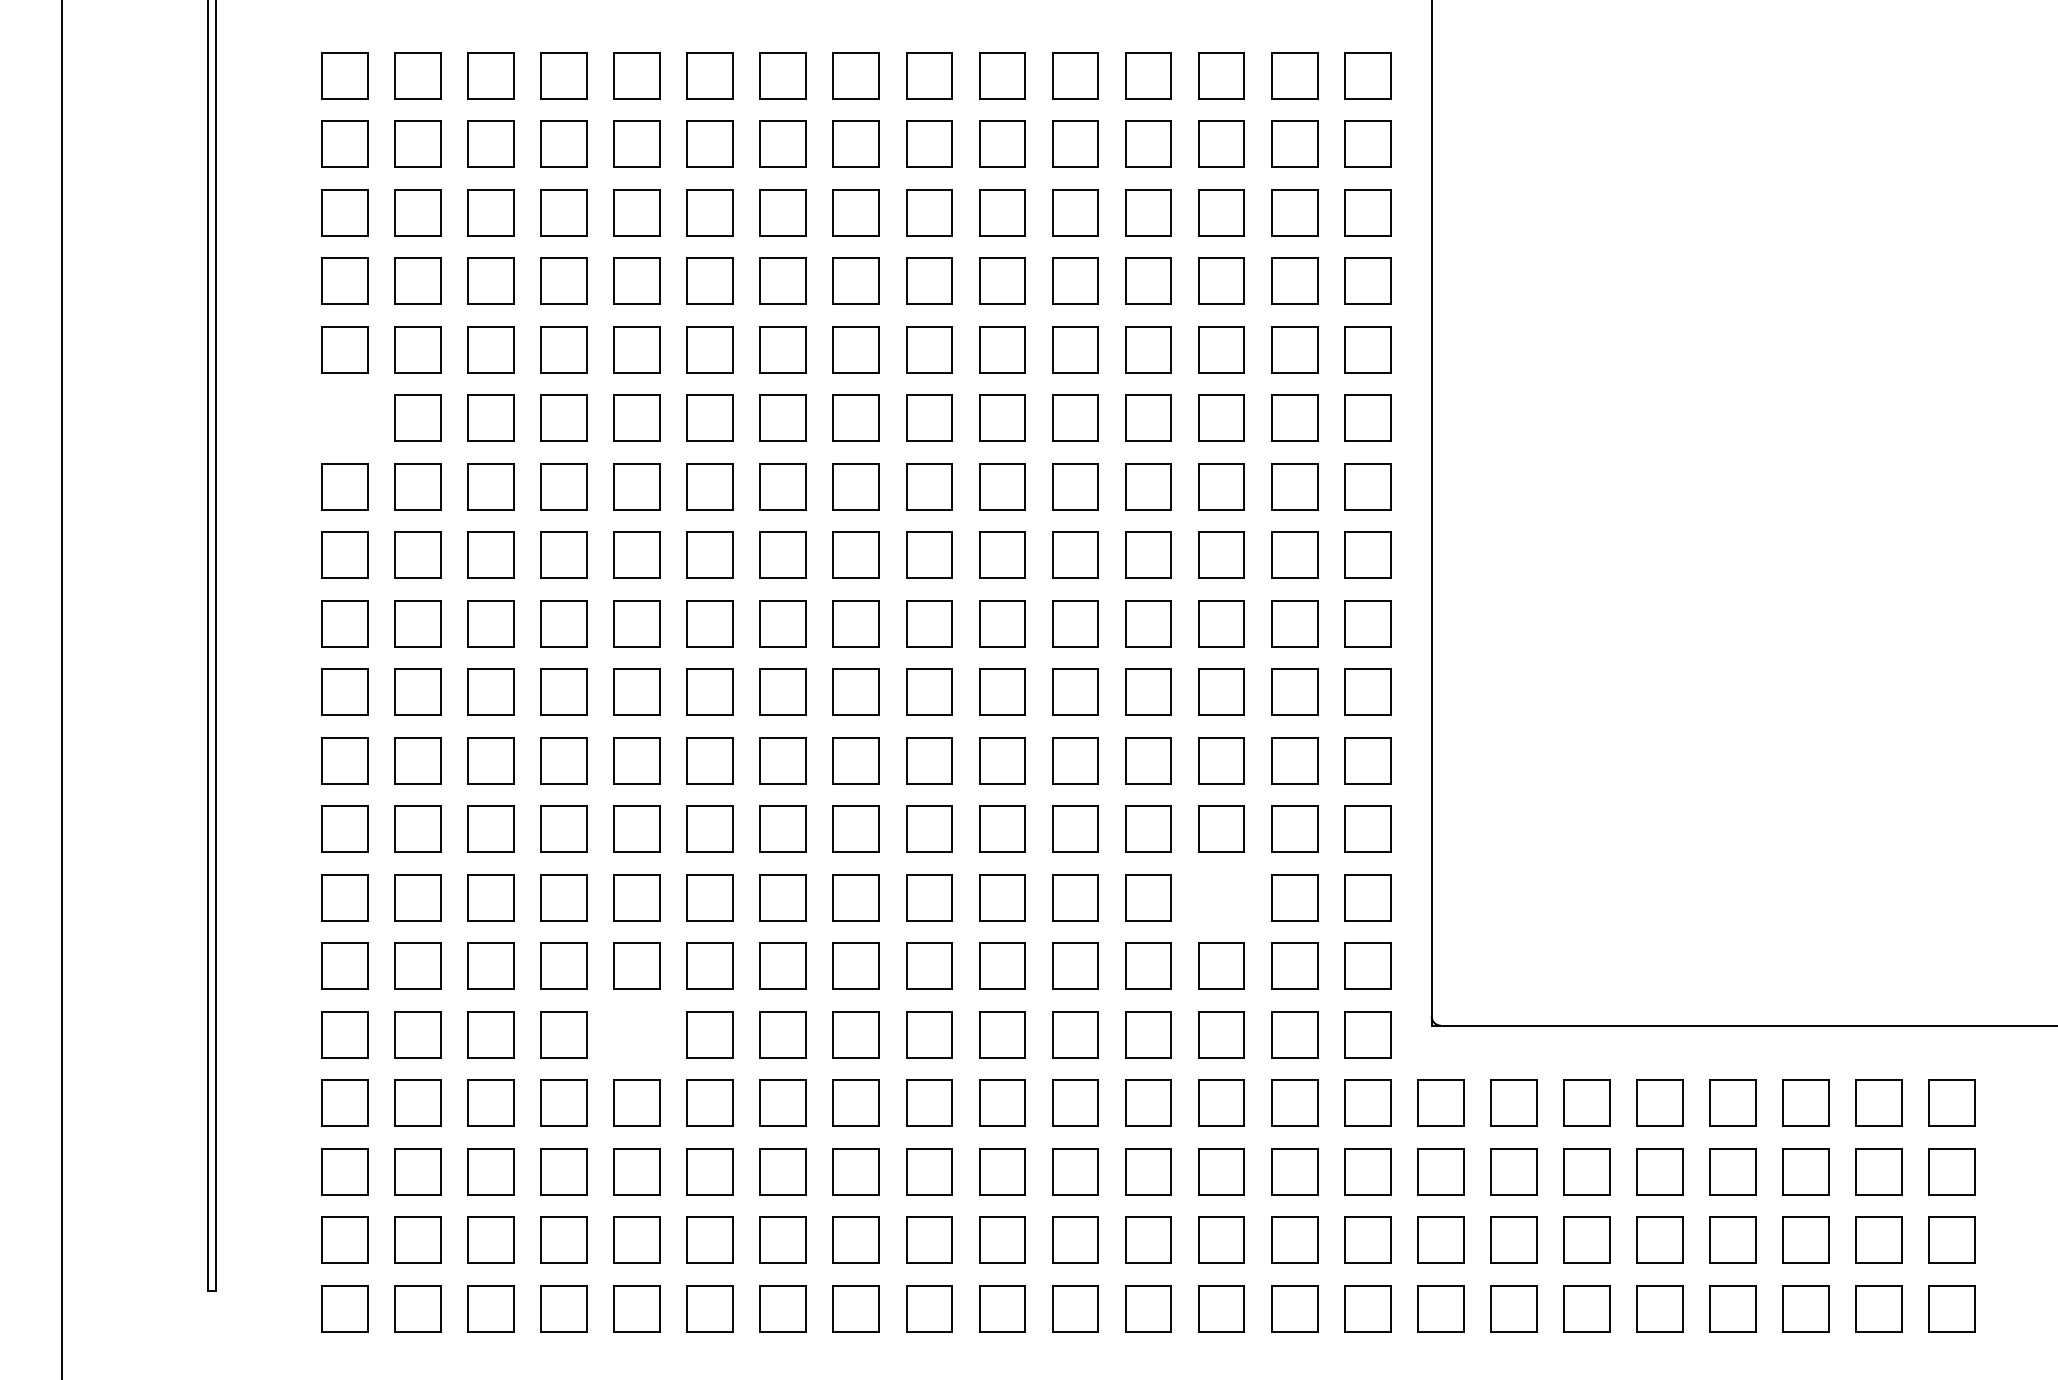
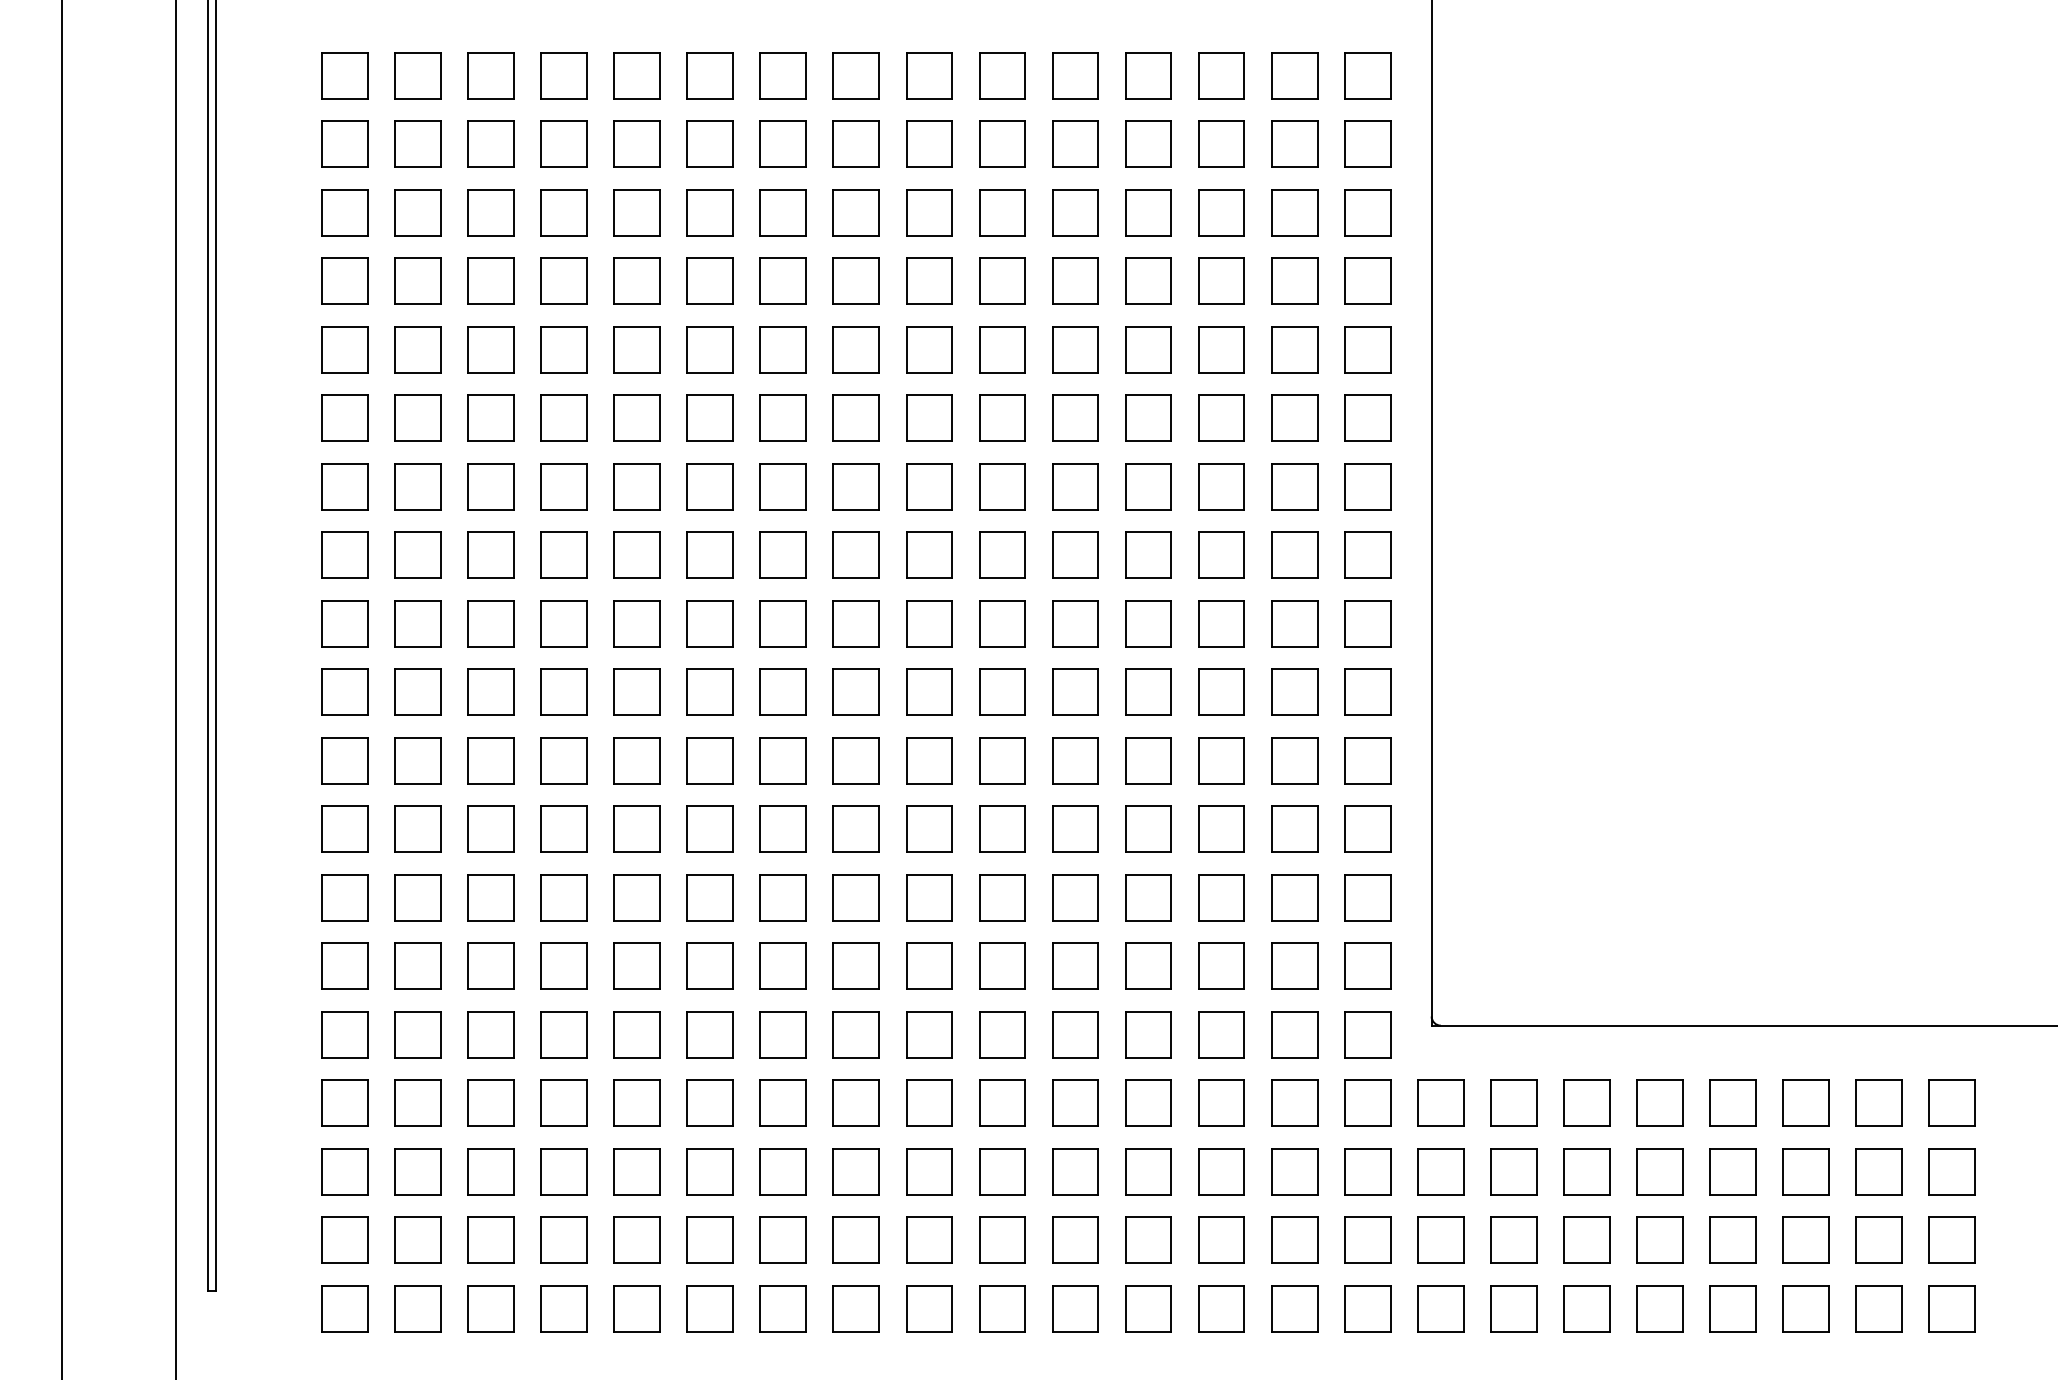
part at (344, 417): none -> present
line at (175, 689): none -> present
part at (1221, 897): none -> present
part at (636, 1034): none -> present
